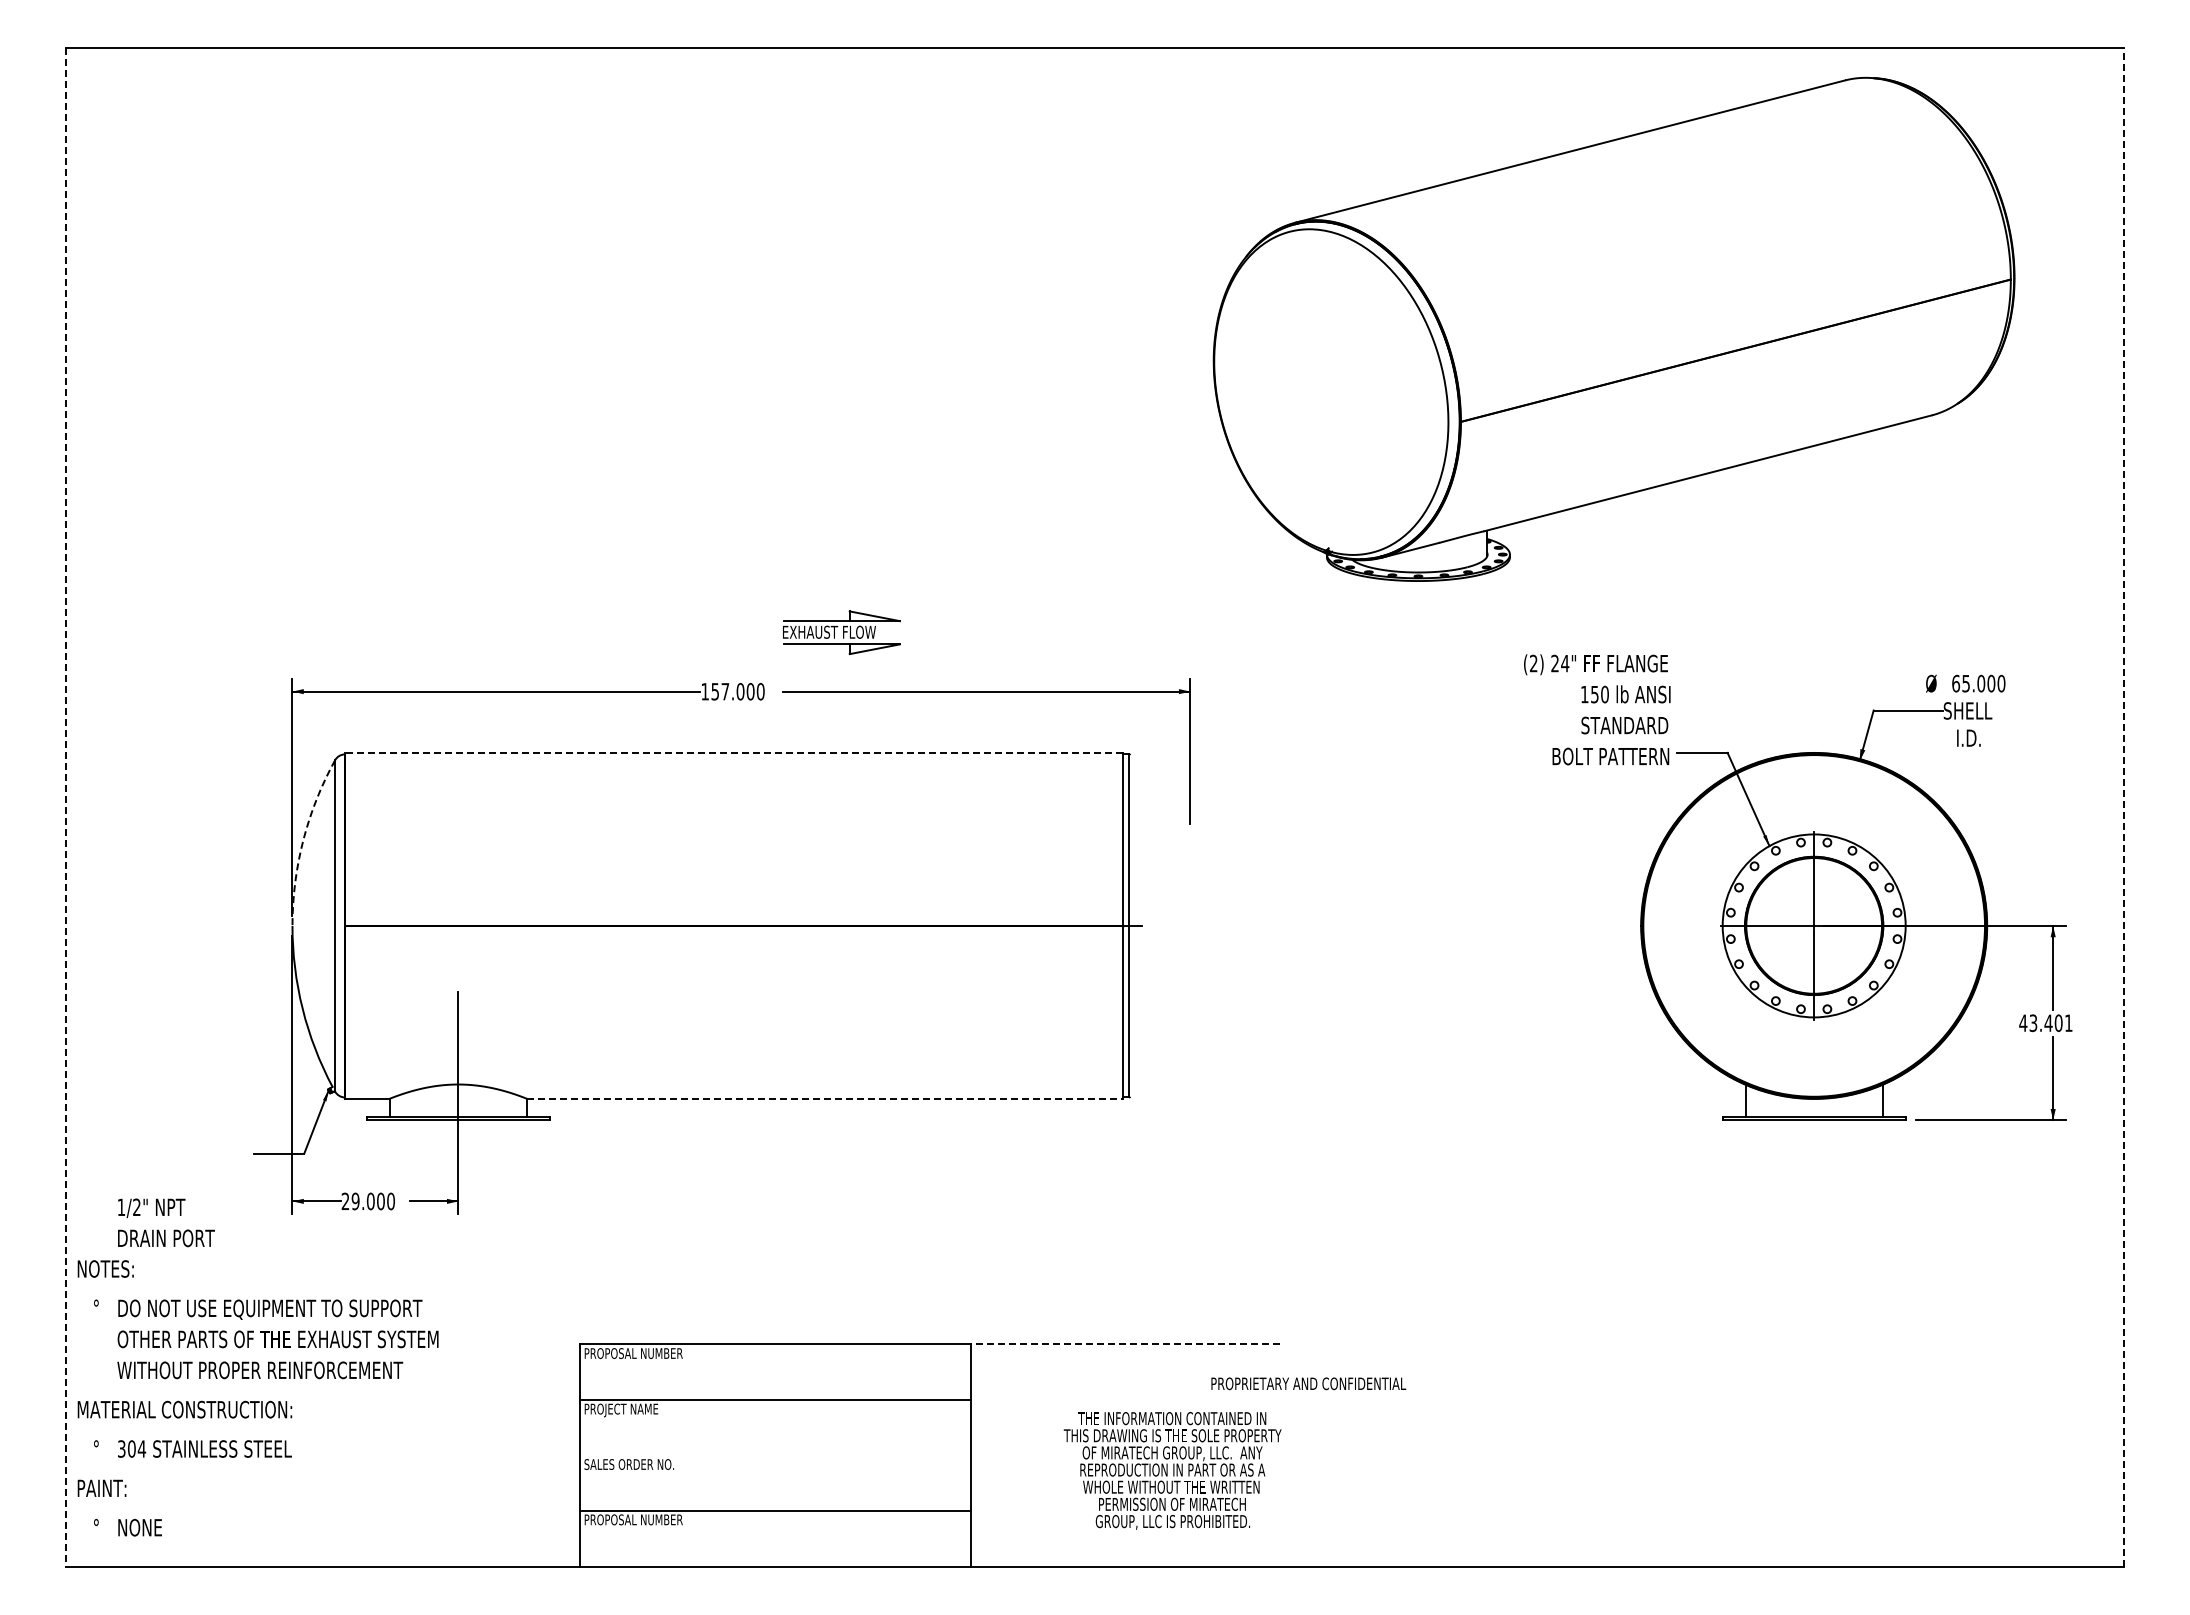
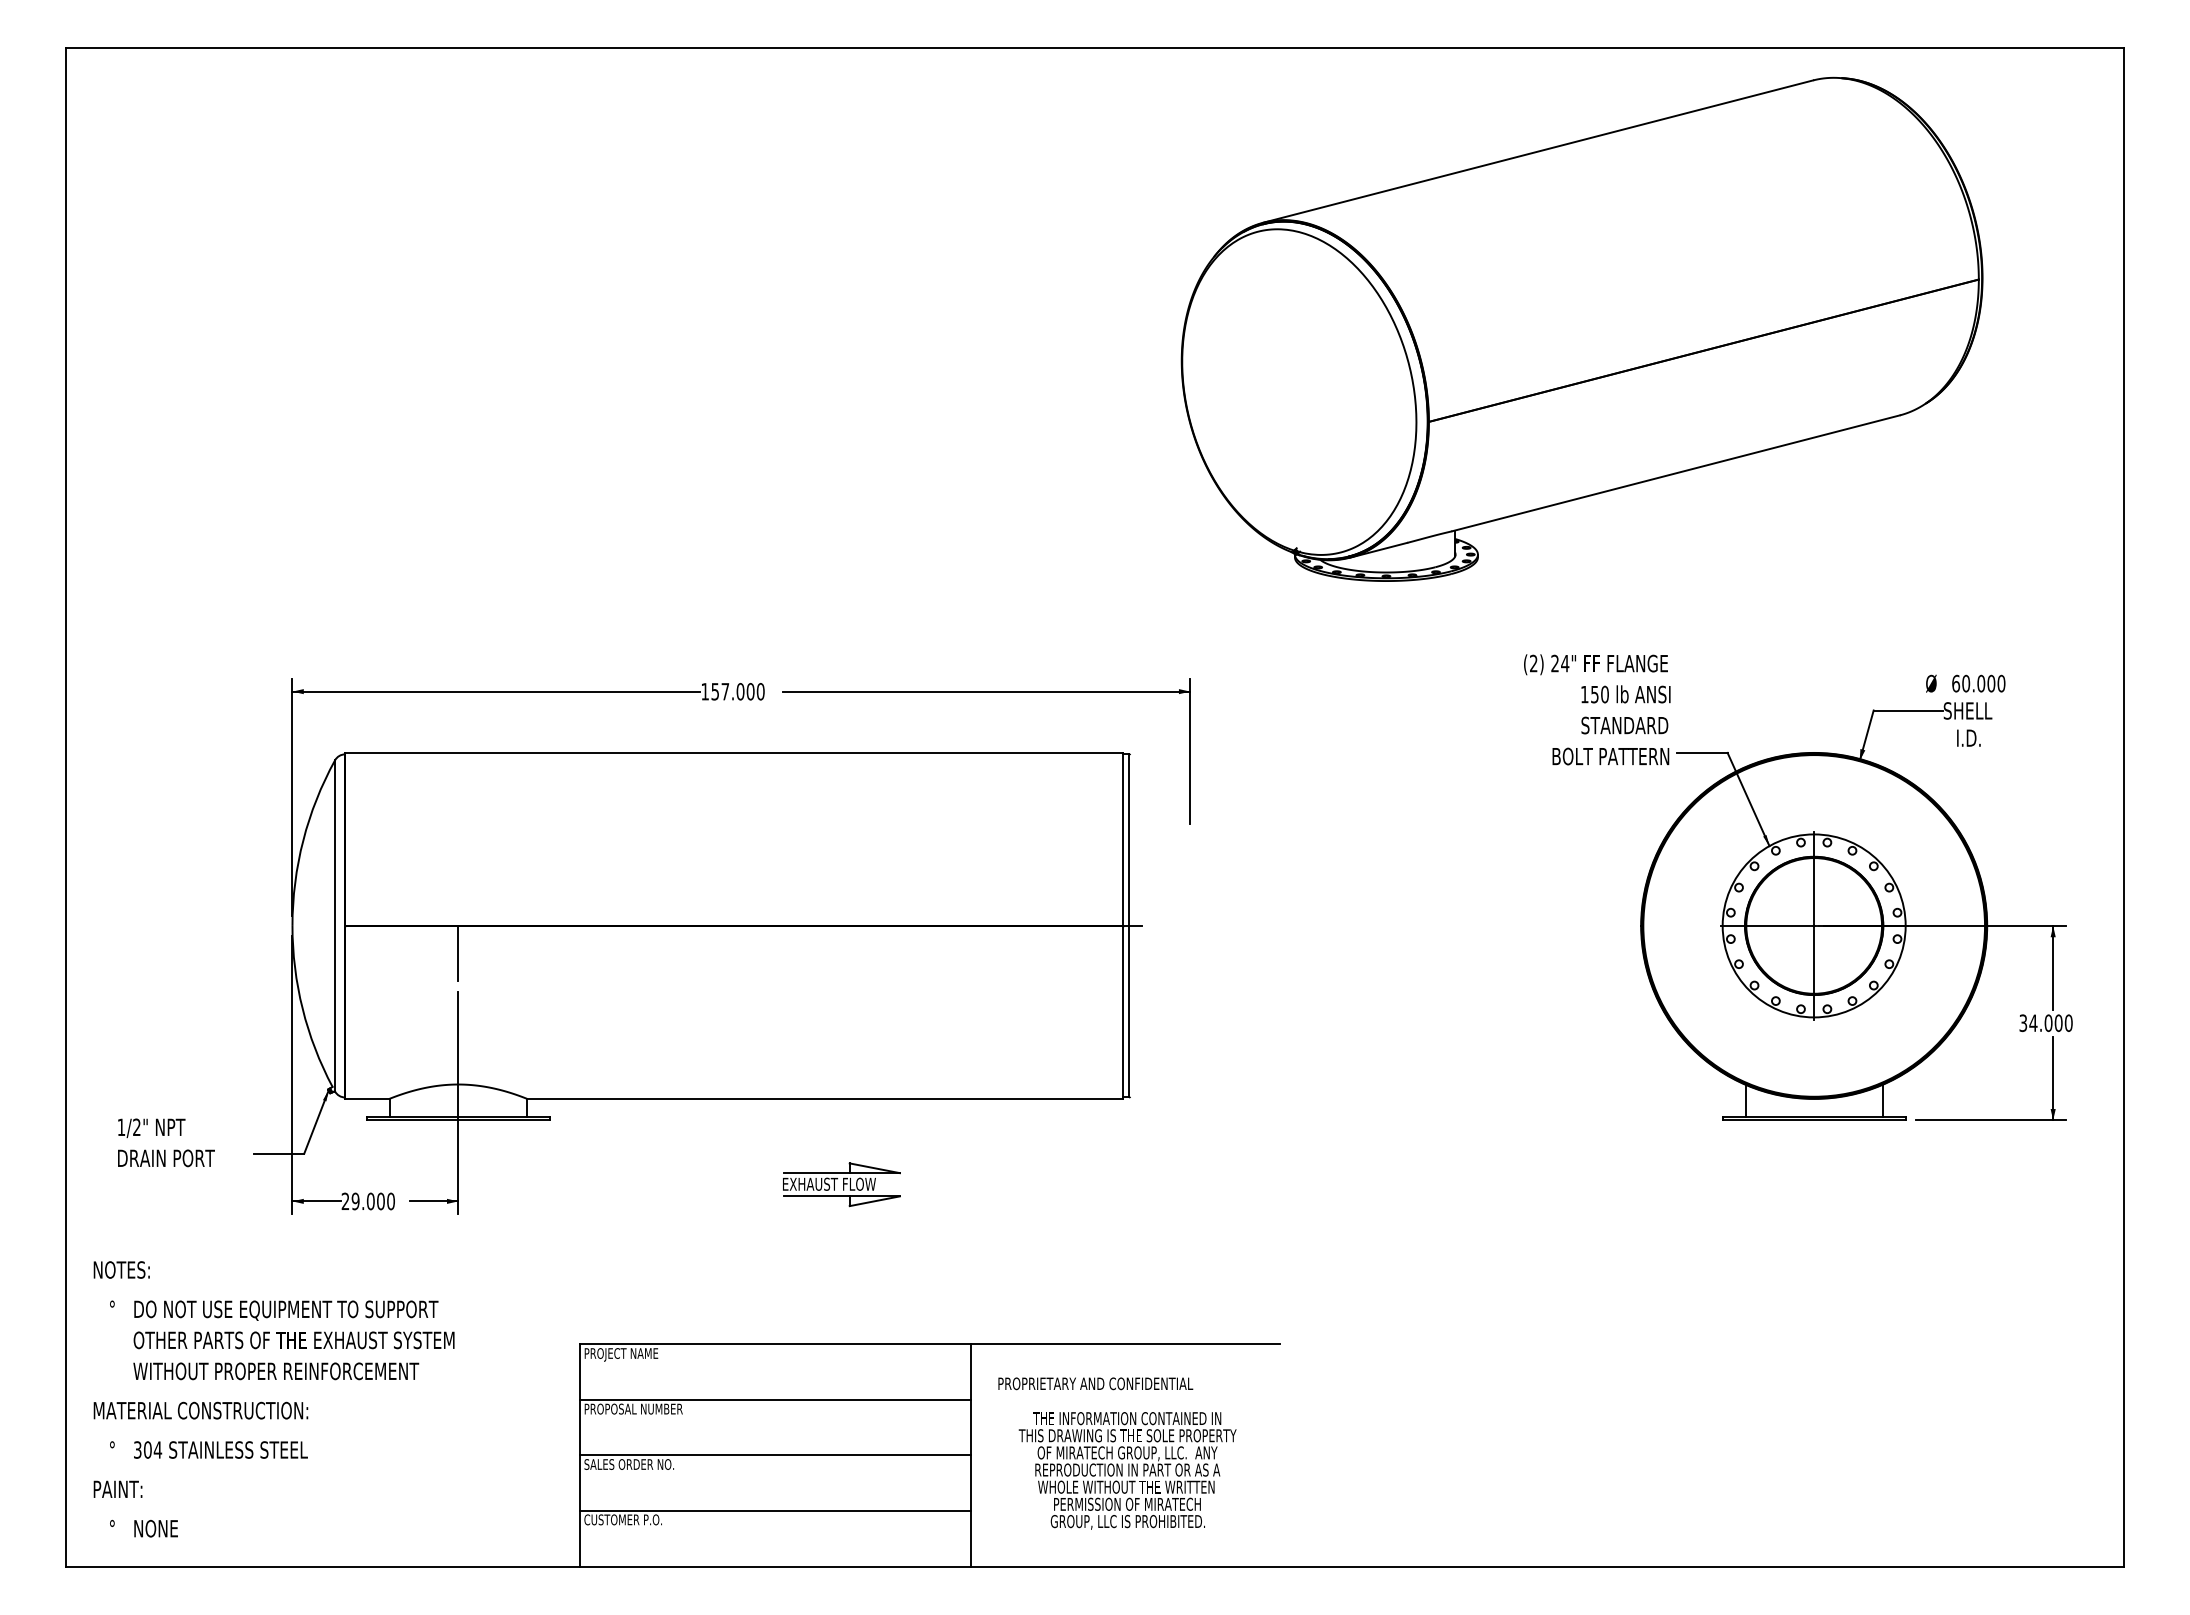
part at (1613, 328) position: (1613, 328) -> (1581, 328)
part at (841, 632) position: (841, 632) -> (841, 1184)
text at (1966, 683): 65.000 -> 60.000
line at (734, 752): dashed -> solid
line at (65, 807): dashed -> solid
line at (2124, 807): dashed -> solid
arc at (303, 840): dashed -> solid
line at (458, 953): none -> present
text at (2045, 1023): 43.401 -> 34.000
line at (825, 1098): dashed -> solid
text at (166, 1222) position: (166, 1222) -> (166, 1142)
line at (1125, 1344): dashed -> solid
text at (643, 1354): PROPOSAL NUMBER -> PROJECT NAME
text at (1308, 1383) position: (1308, 1383) -> (1095, 1383)
text at (257, 1398) position: (257, 1398) -> (273, 1399)
text at (643, 1410): PROJECT NAME -> PROPOSAL NUMBER
line at (775, 1455): none -> present
text at (1172, 1470) position: (1172, 1470) -> (1127, 1470)
text at (633, 1519): PROPOSAL NUMBER -> CUSTOMER P.O.
